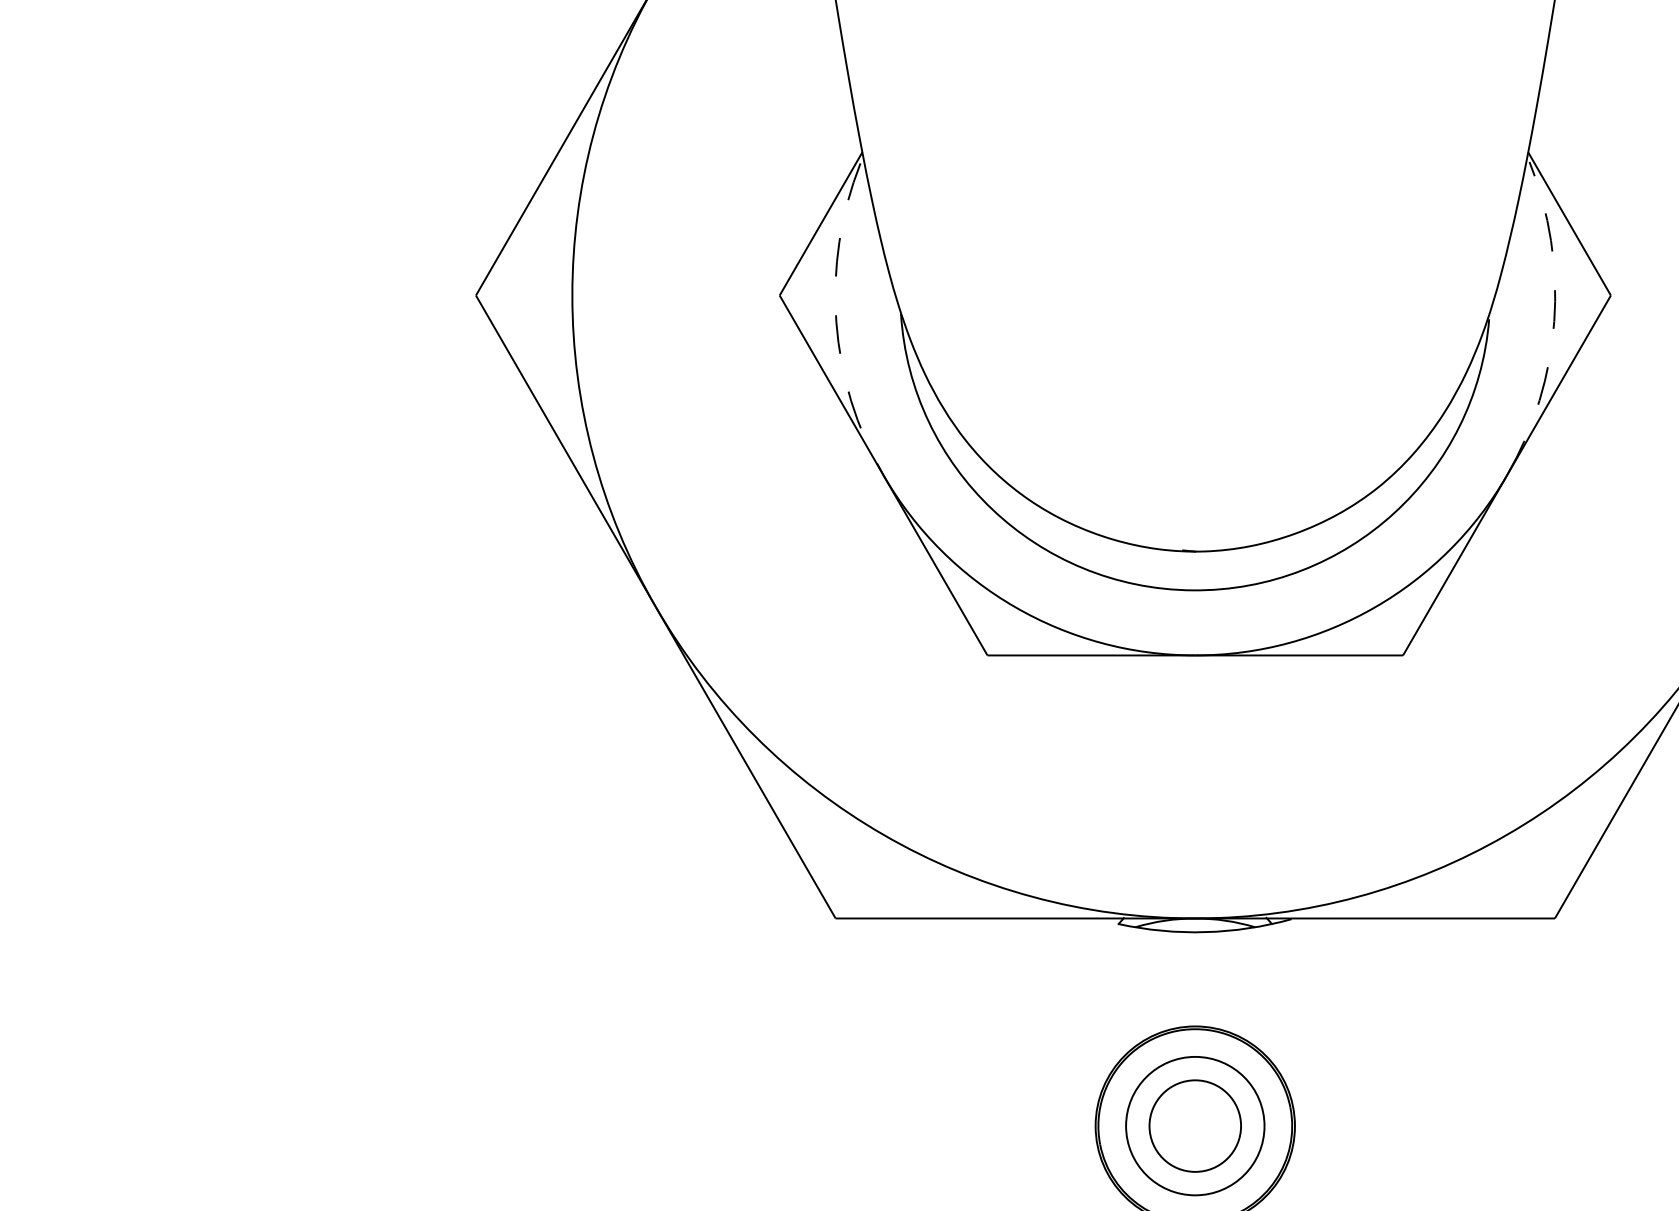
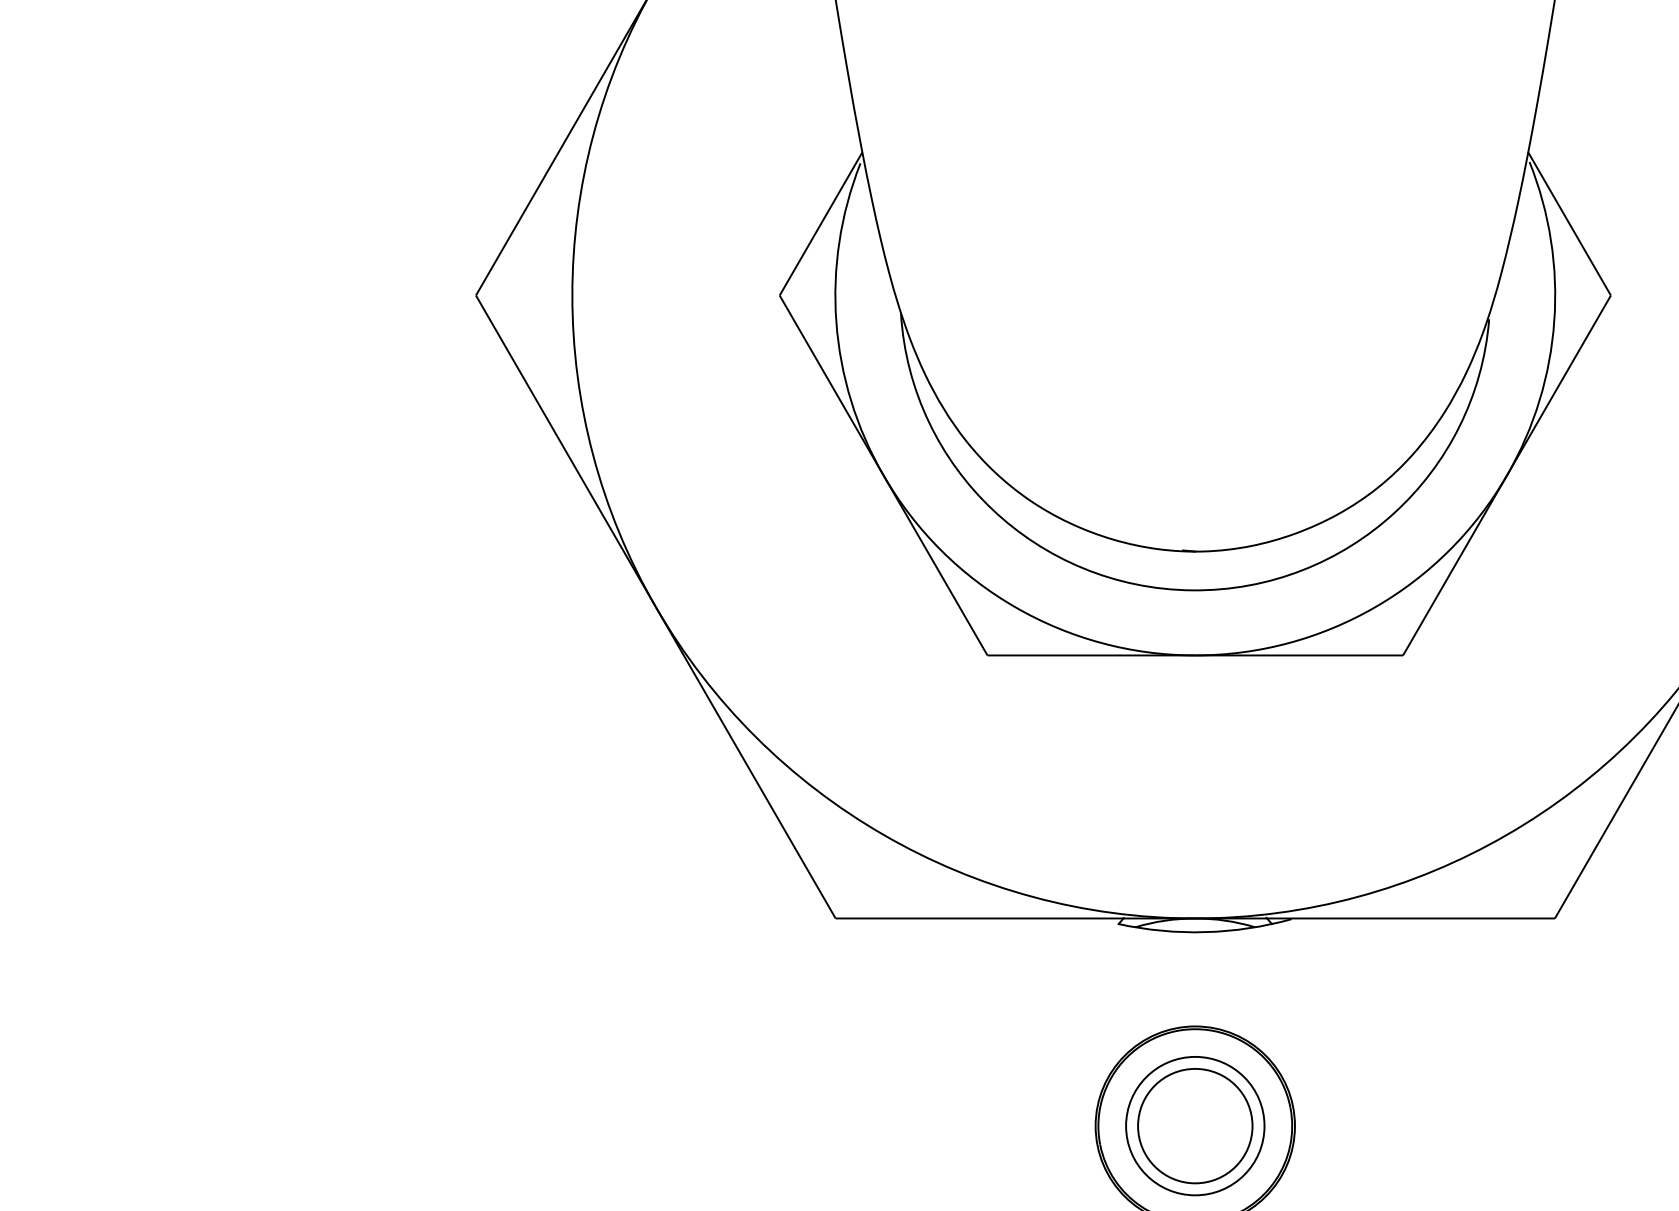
arc at (1554, 321): dashed -> solid
arc at (836, 322): dashed -> solid
circle at (1195, 1125) diameter: 92 px -> 114 px
